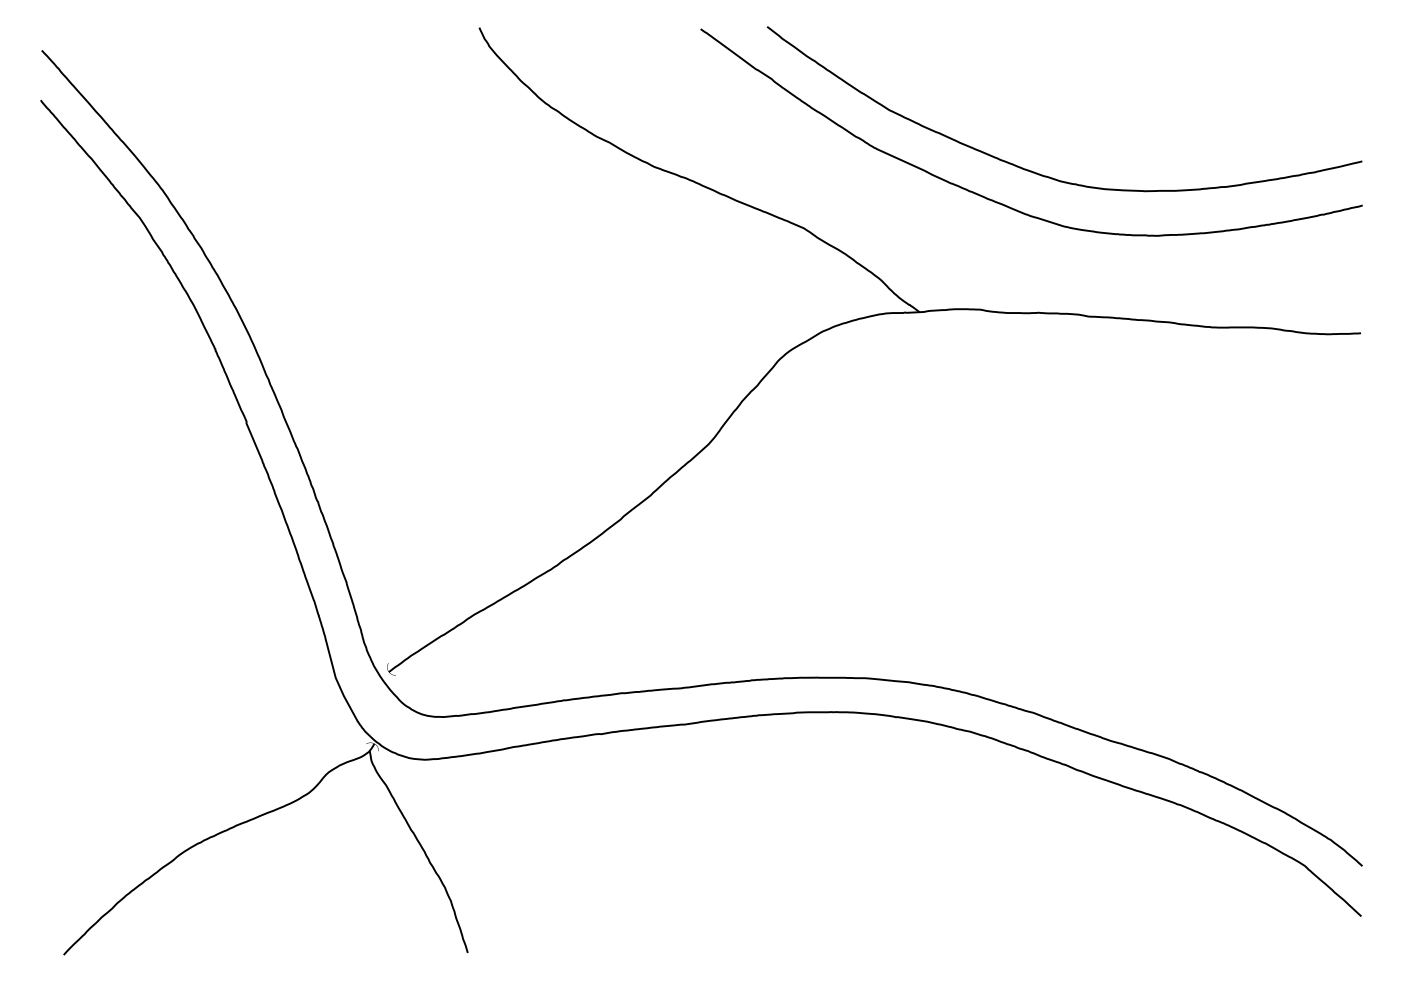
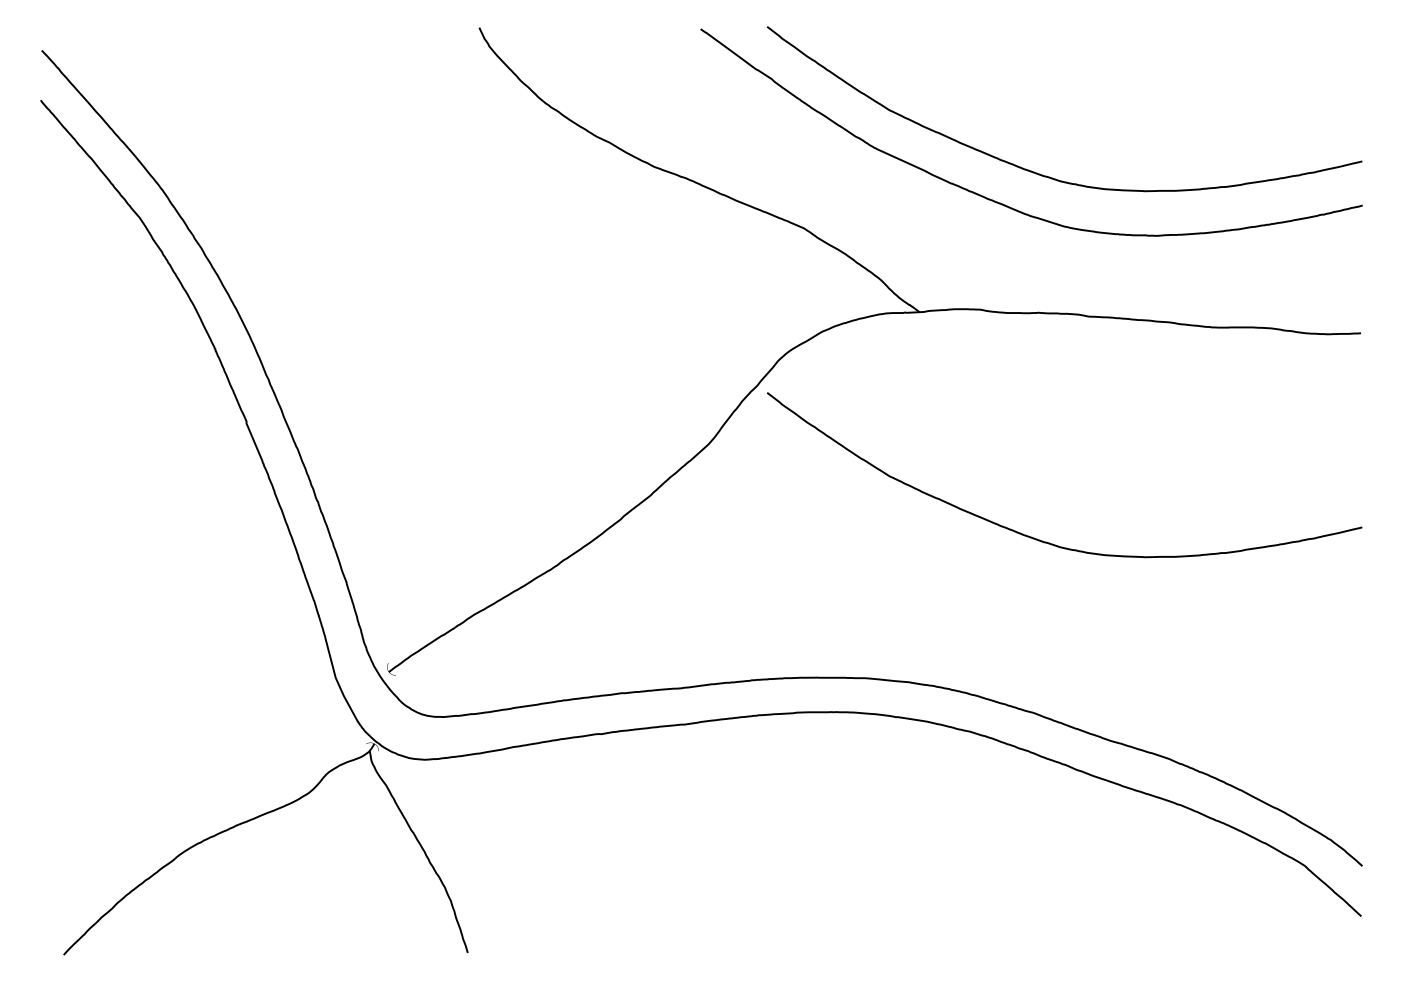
curve at (1046, 541): none -> present
